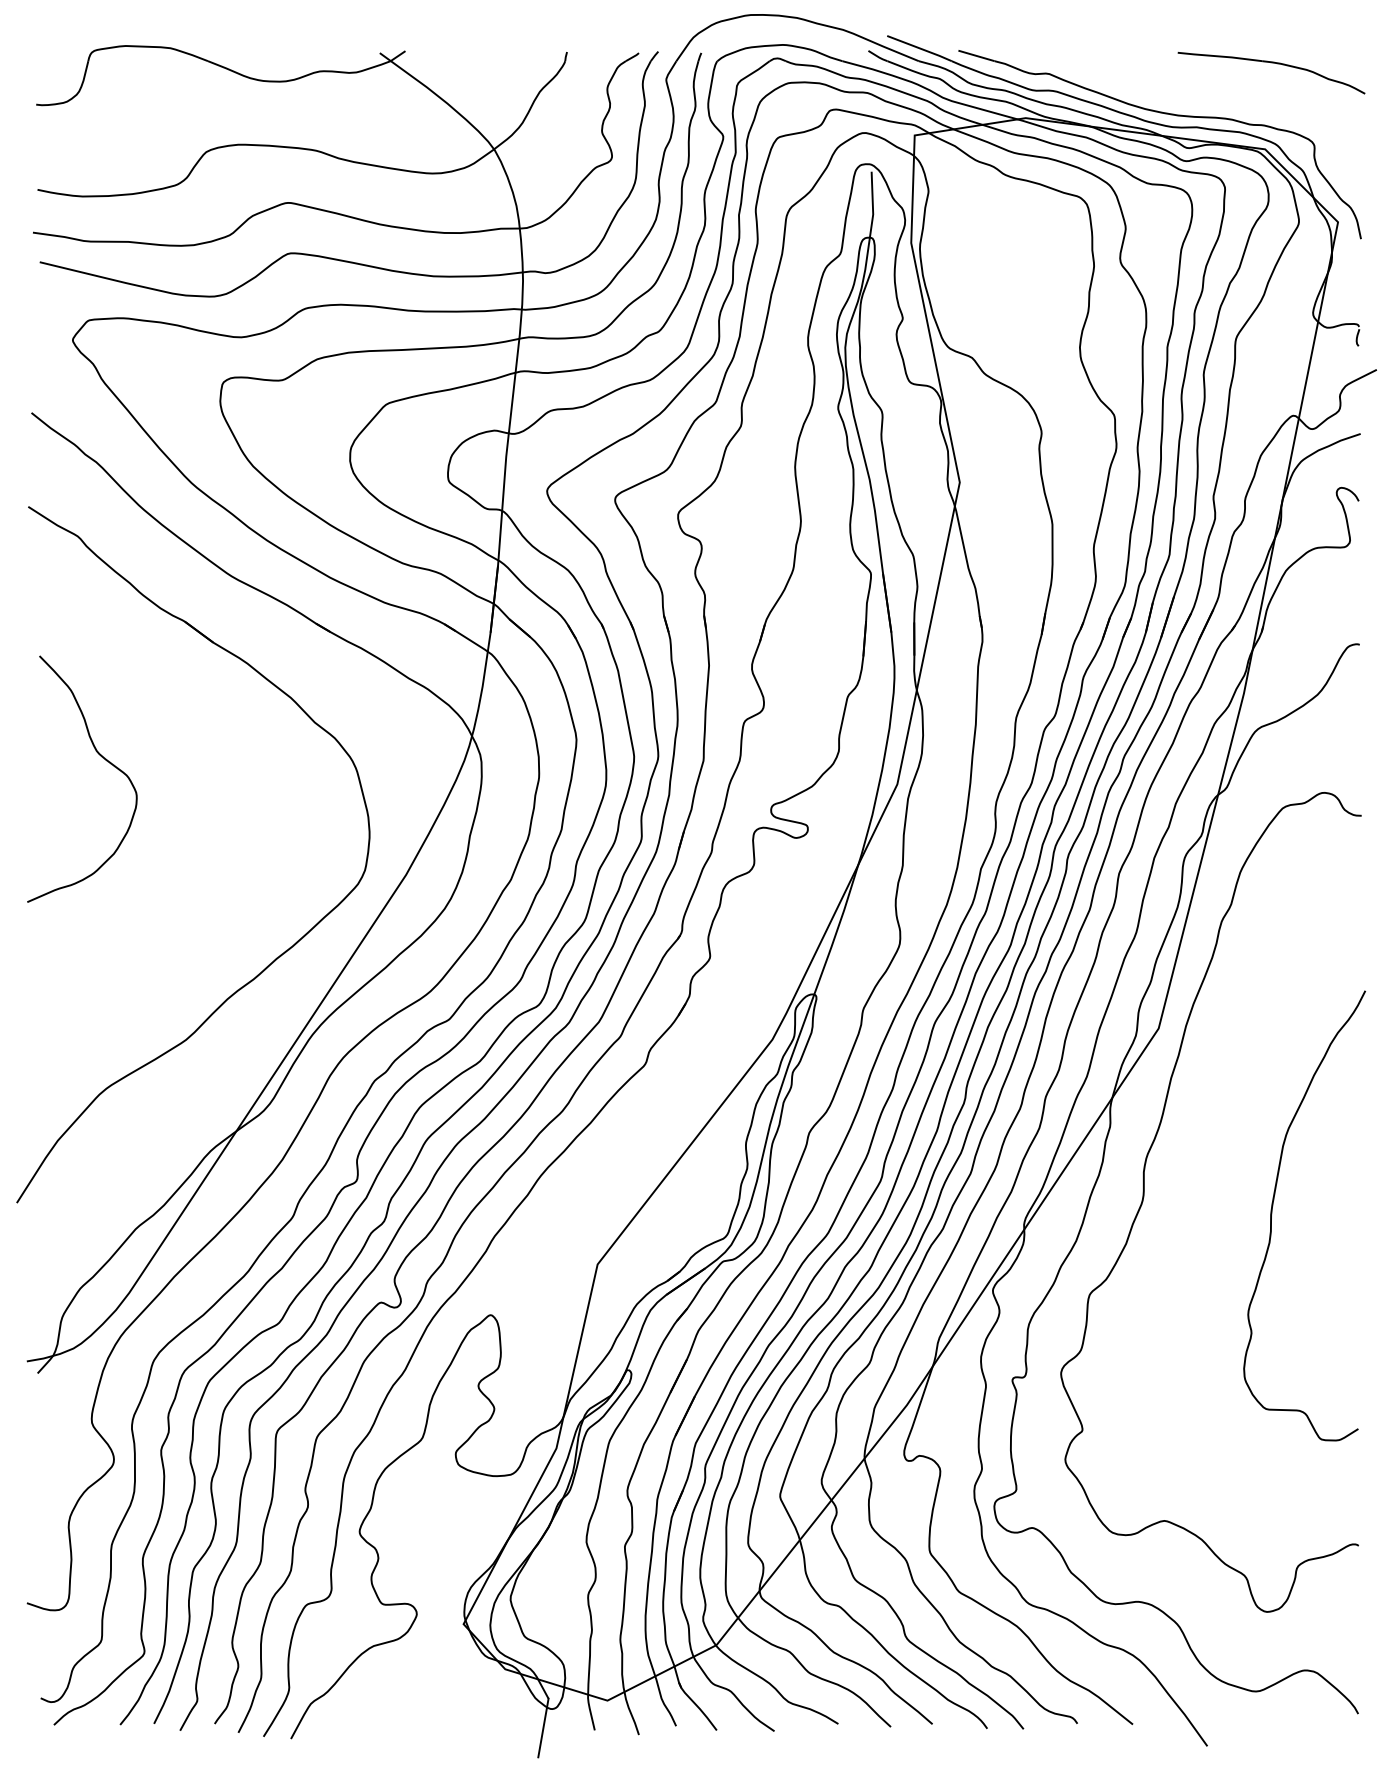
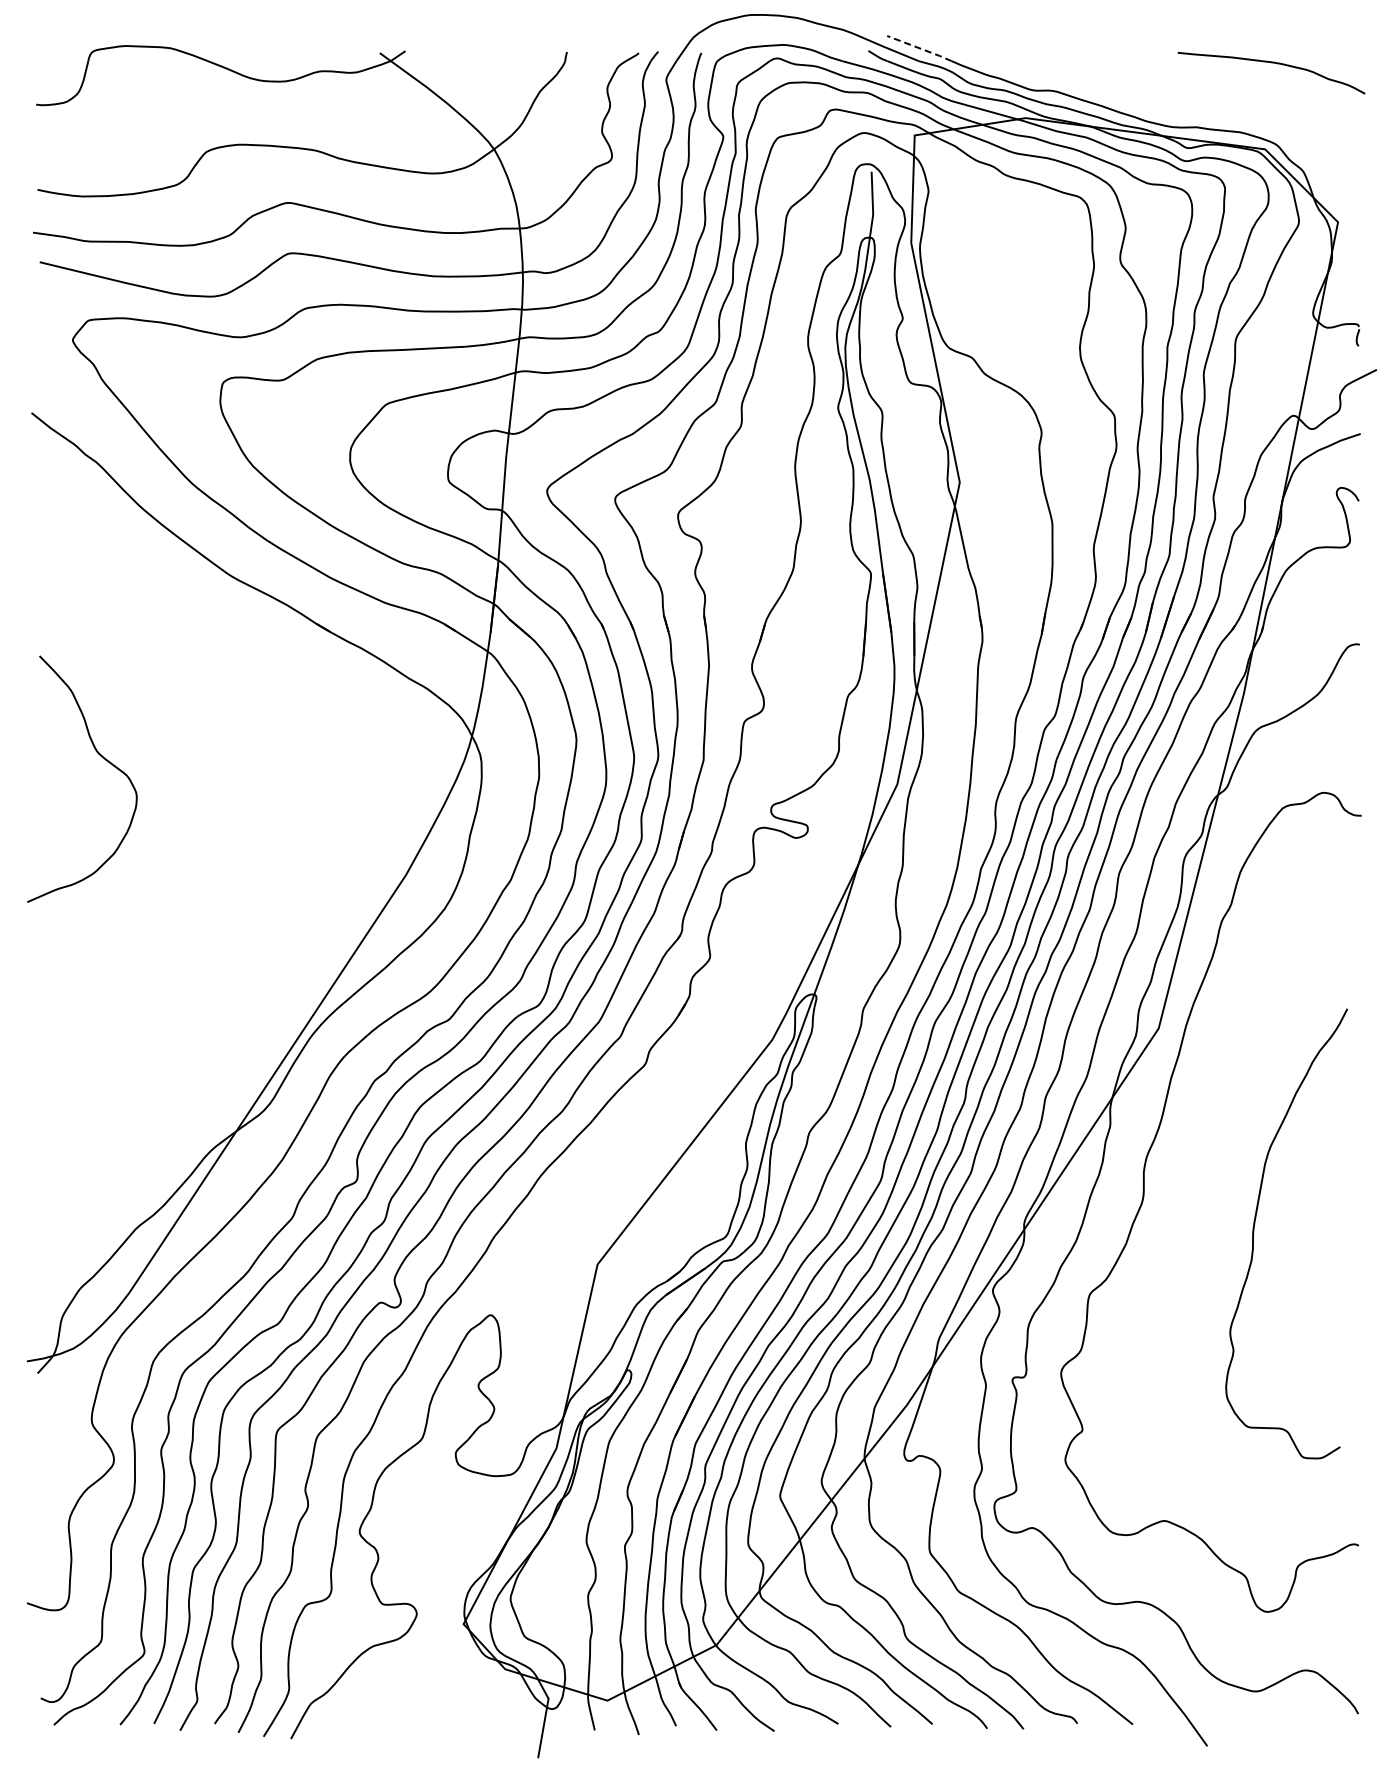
line at (920, 48): solid -> dashed
part at (1164, 114): present -> none
part at (276, 957): present -> none
curve at (1272, 1214) position: (1272, 1214) -> (1254, 1232)
